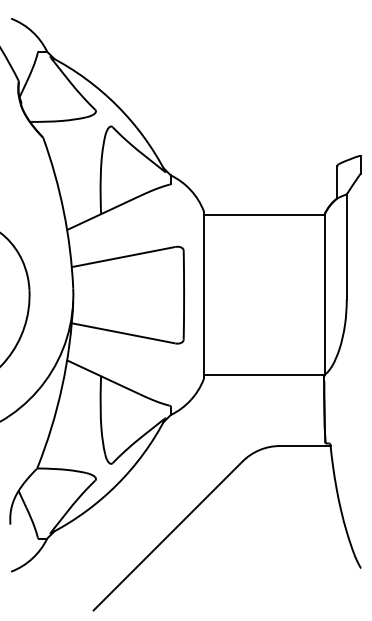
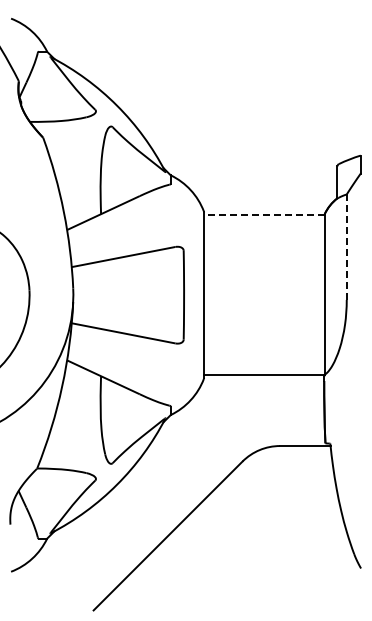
line at (264, 215): solid -> dashed
line at (346, 247): solid -> dashed
